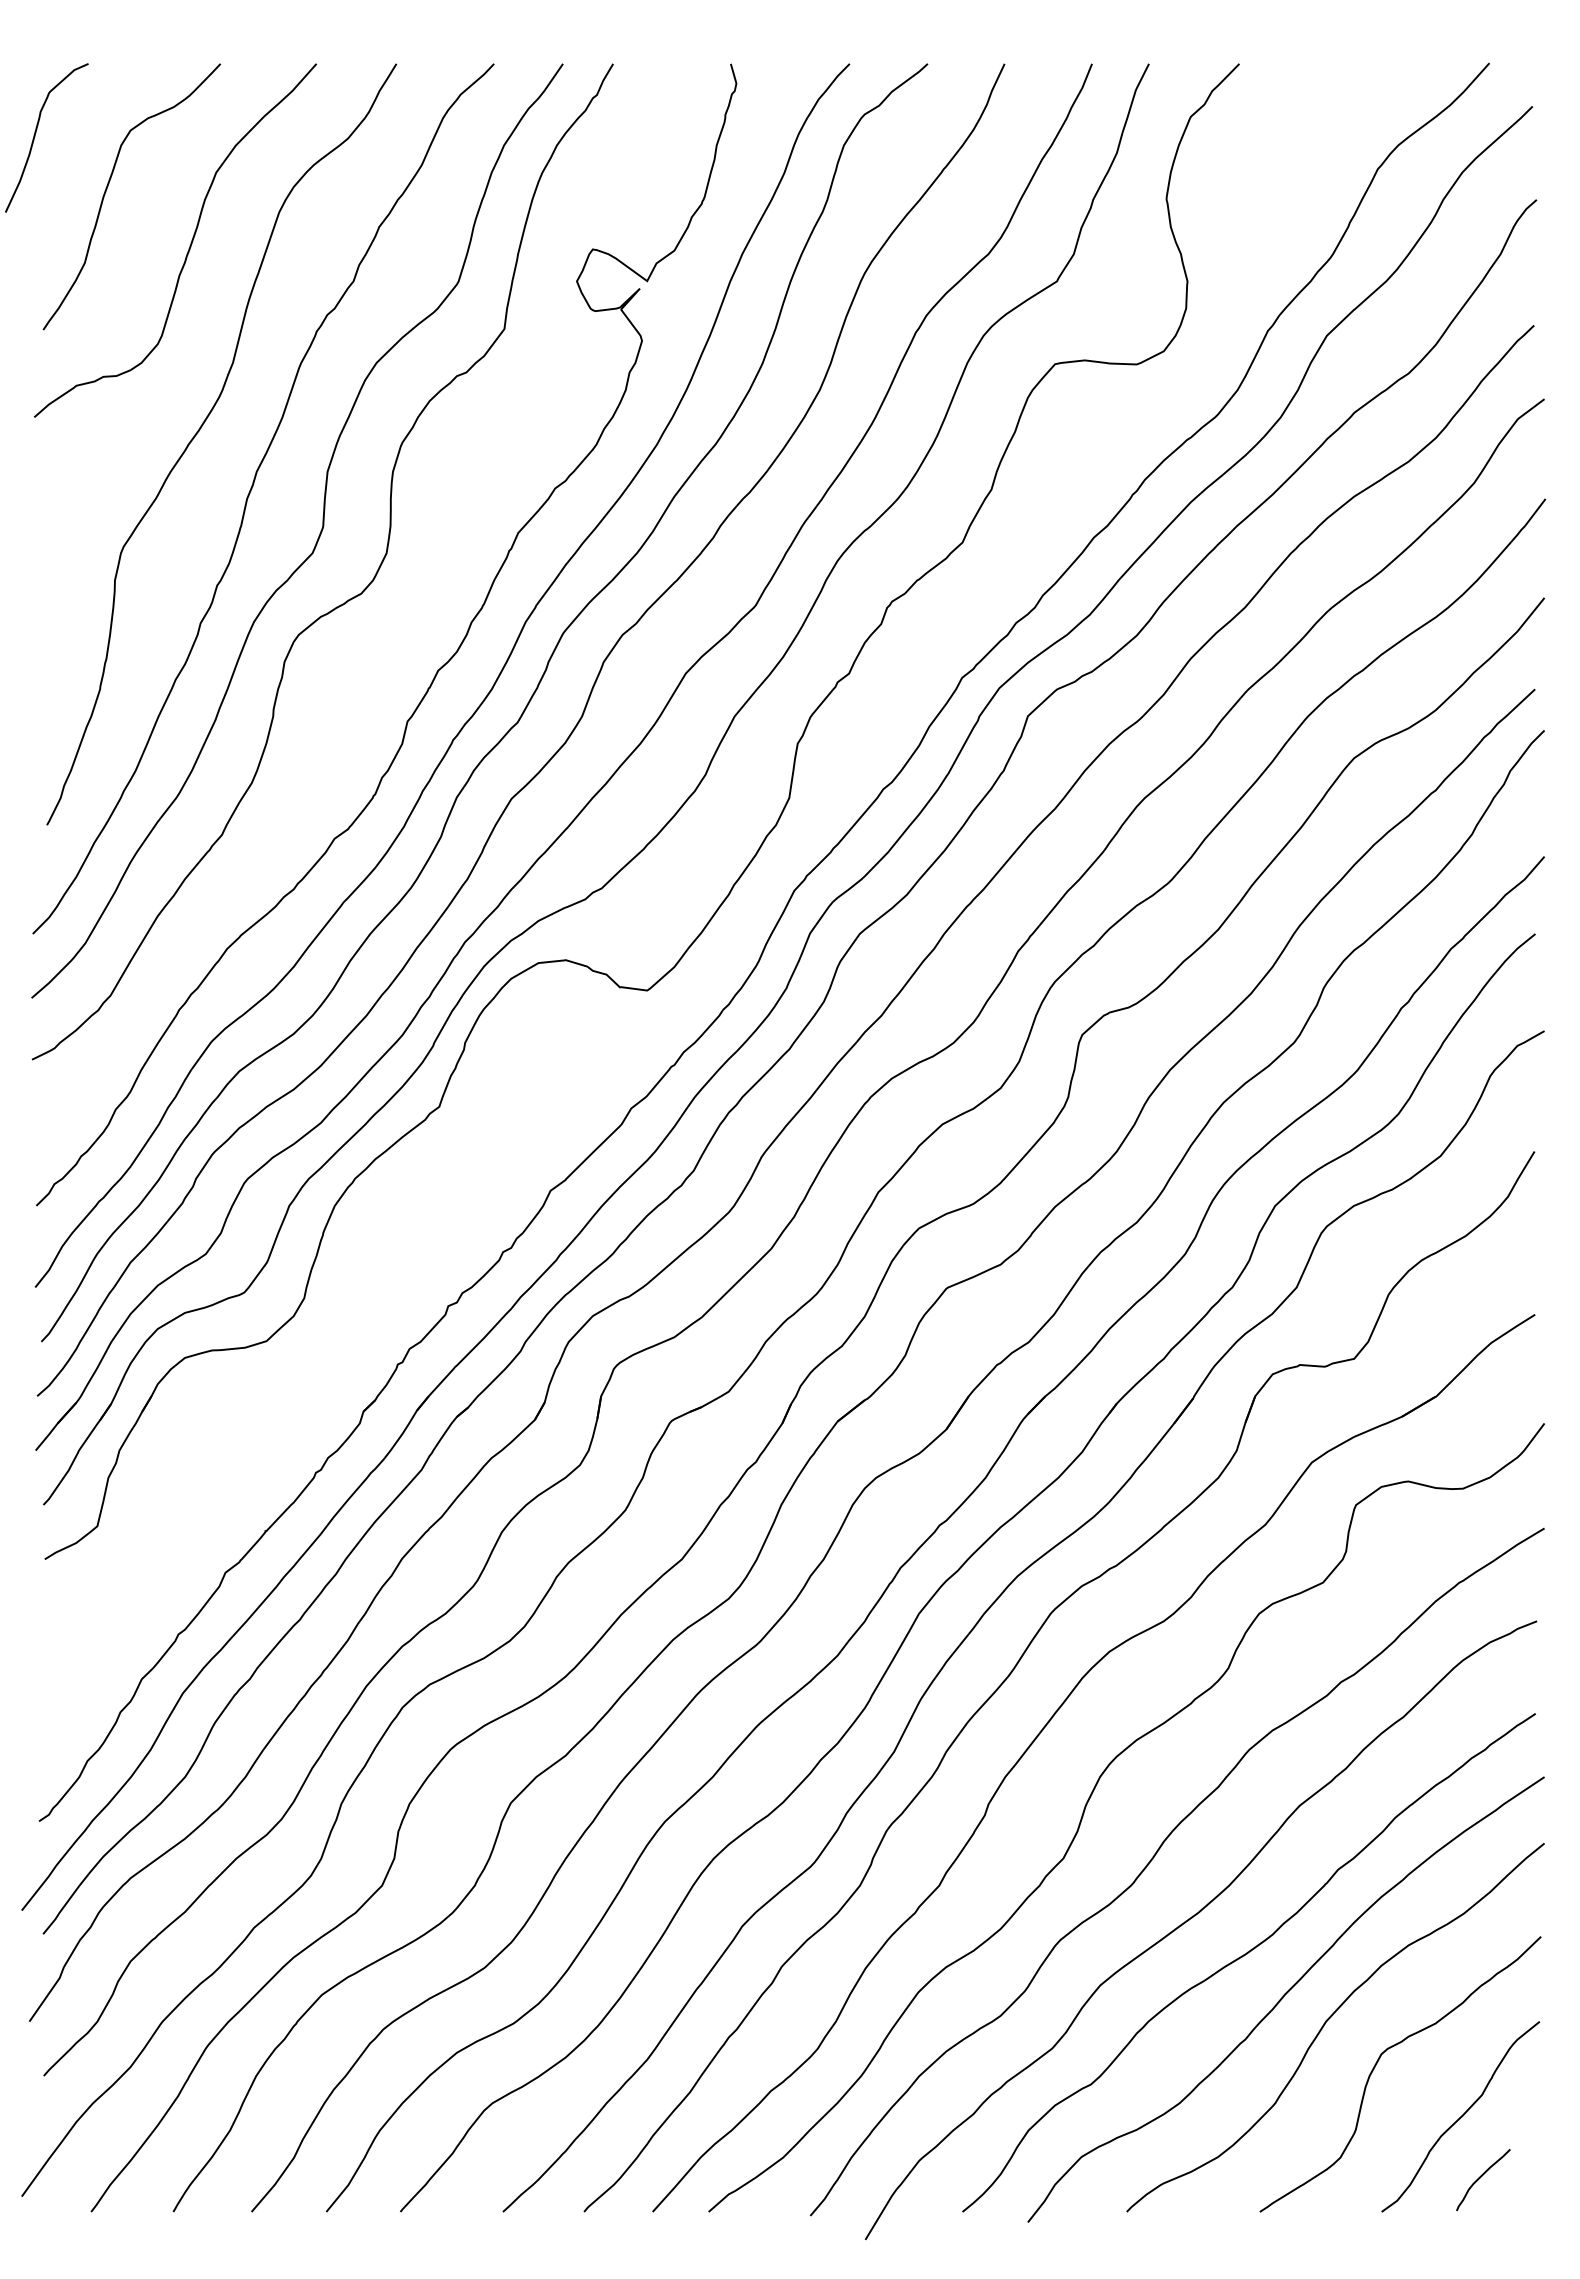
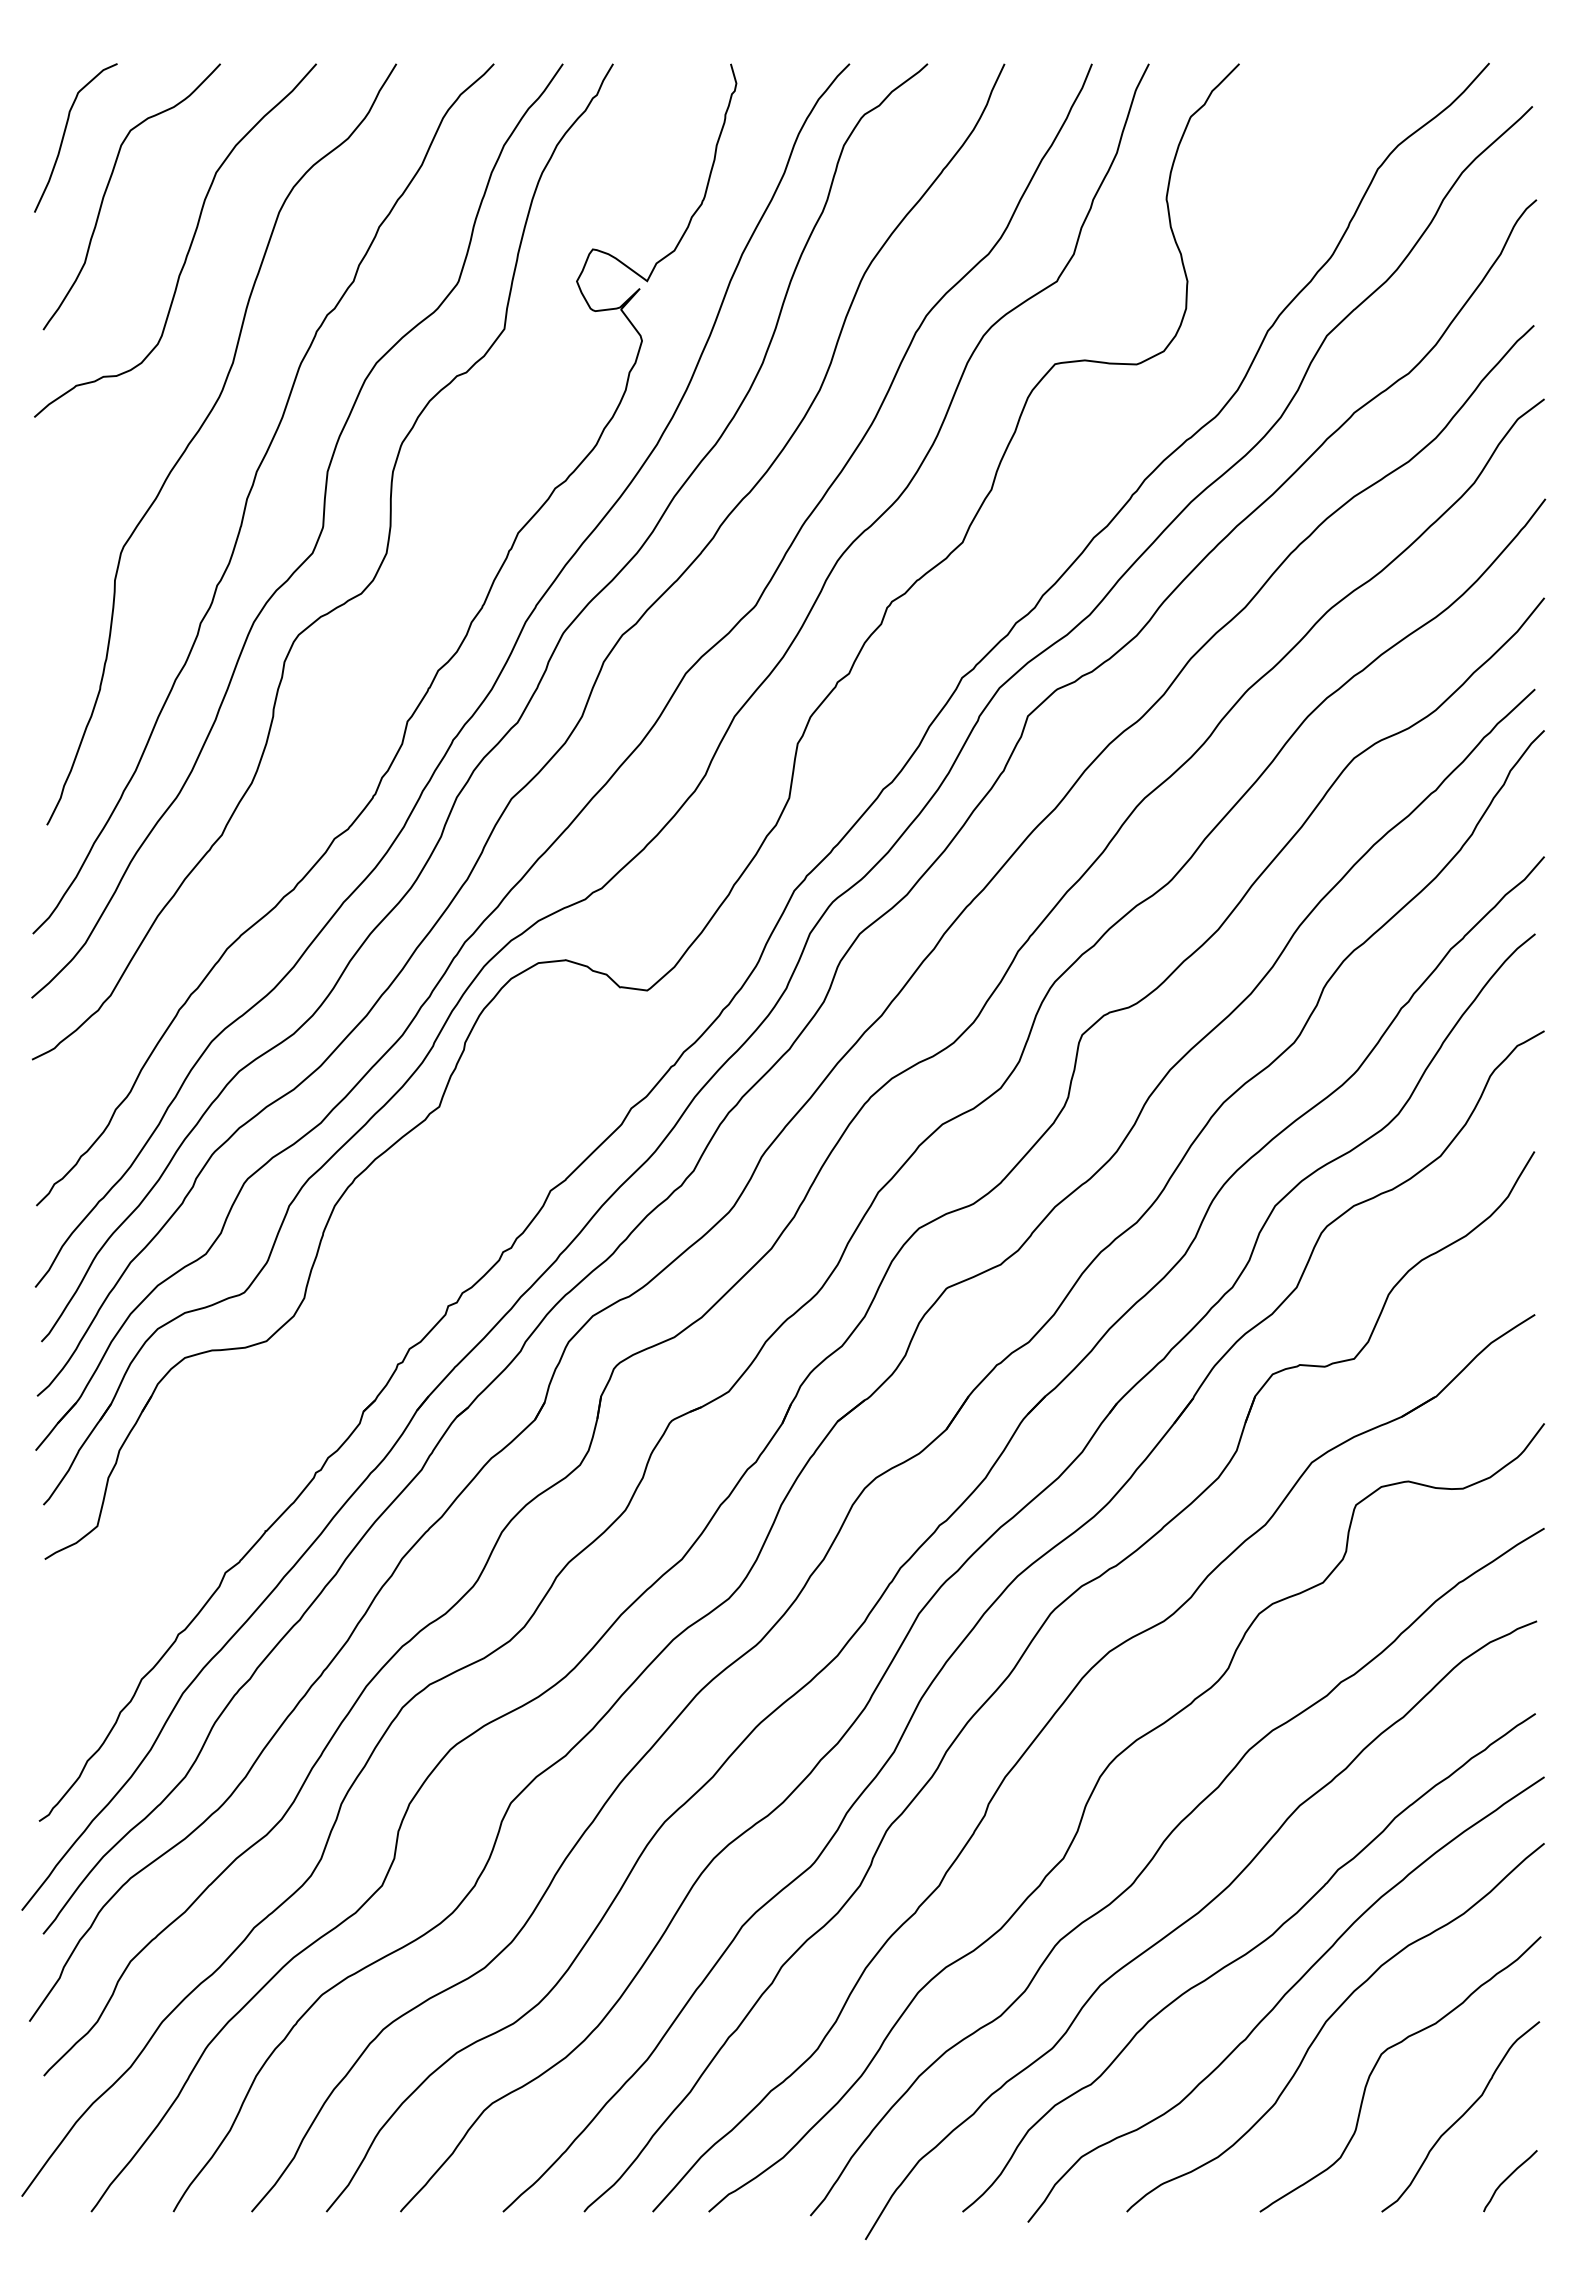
curve at (36, 133) position: (36, 133) -> (65, 133)
curve at (1481, 2177) position: (1481, 2177) -> (1508, 2178)
